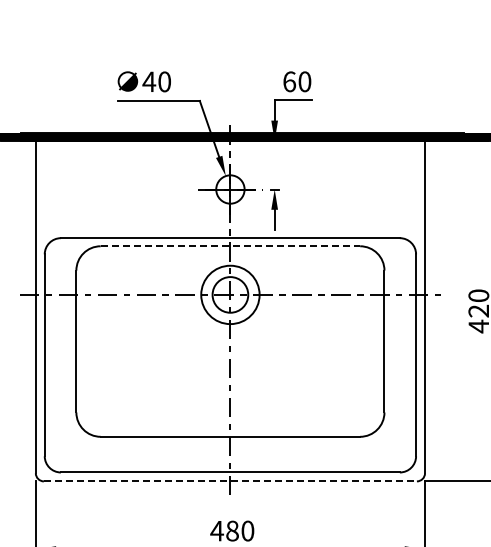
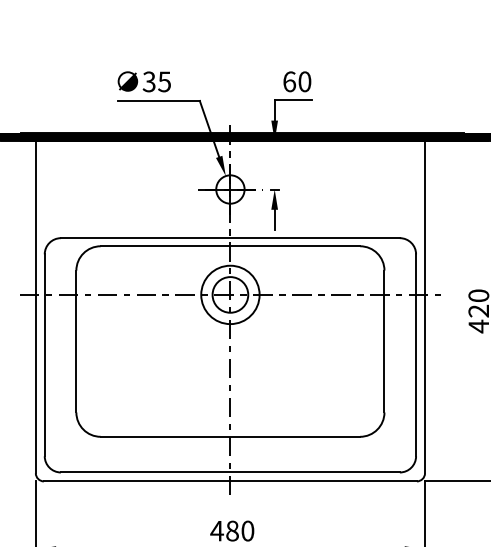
text at (156, 81): 40 -> 35
line at (230, 246): dashed -> solid
line at (230, 481): dashed -> solid
